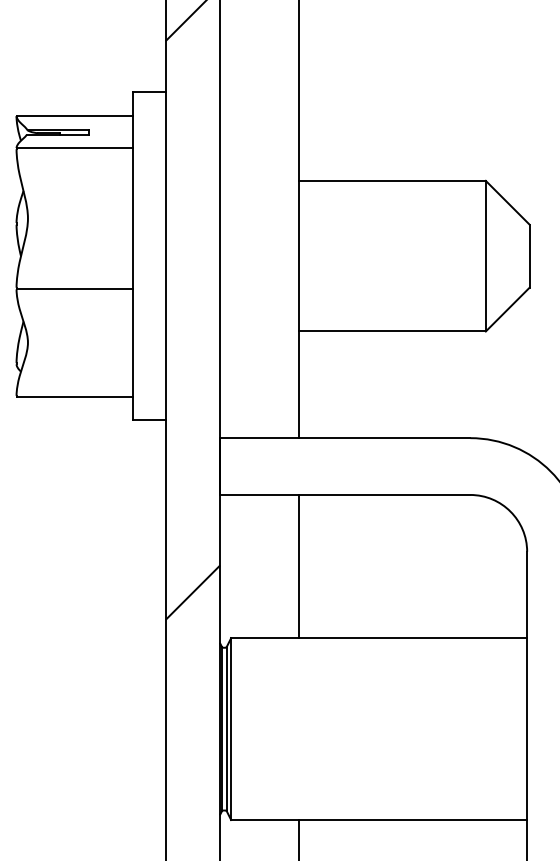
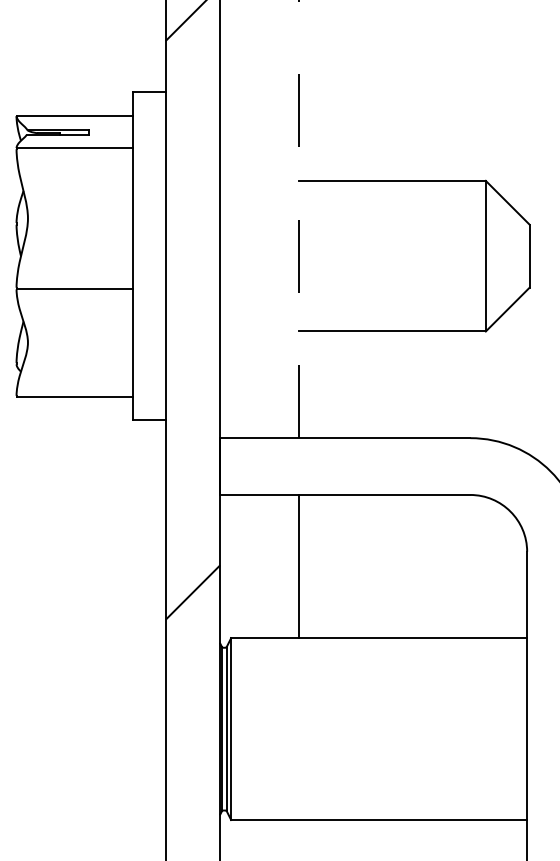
line at (298, 219): solid -> dashed
line at (298, 838): present -> none
